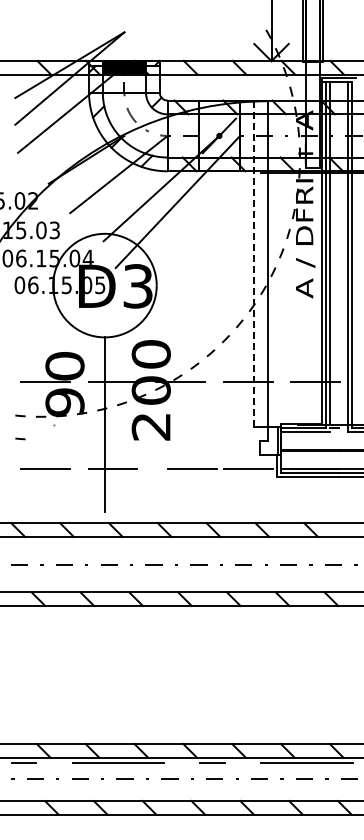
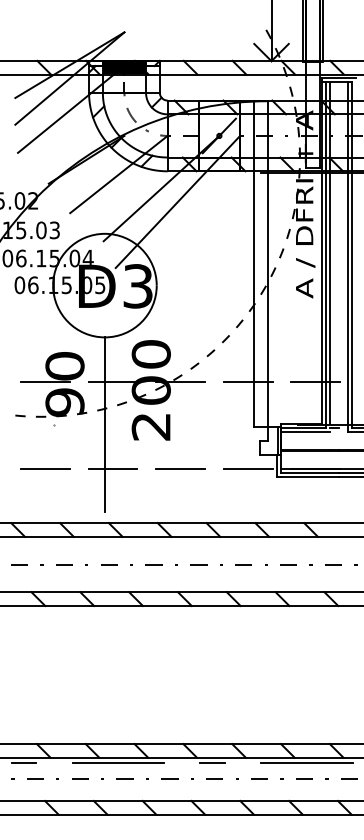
line at (254, 264): dashed -> solid
line at (20, 438): present -> none
line at (192, 468) position: (192, 468) -> (180, 468)
